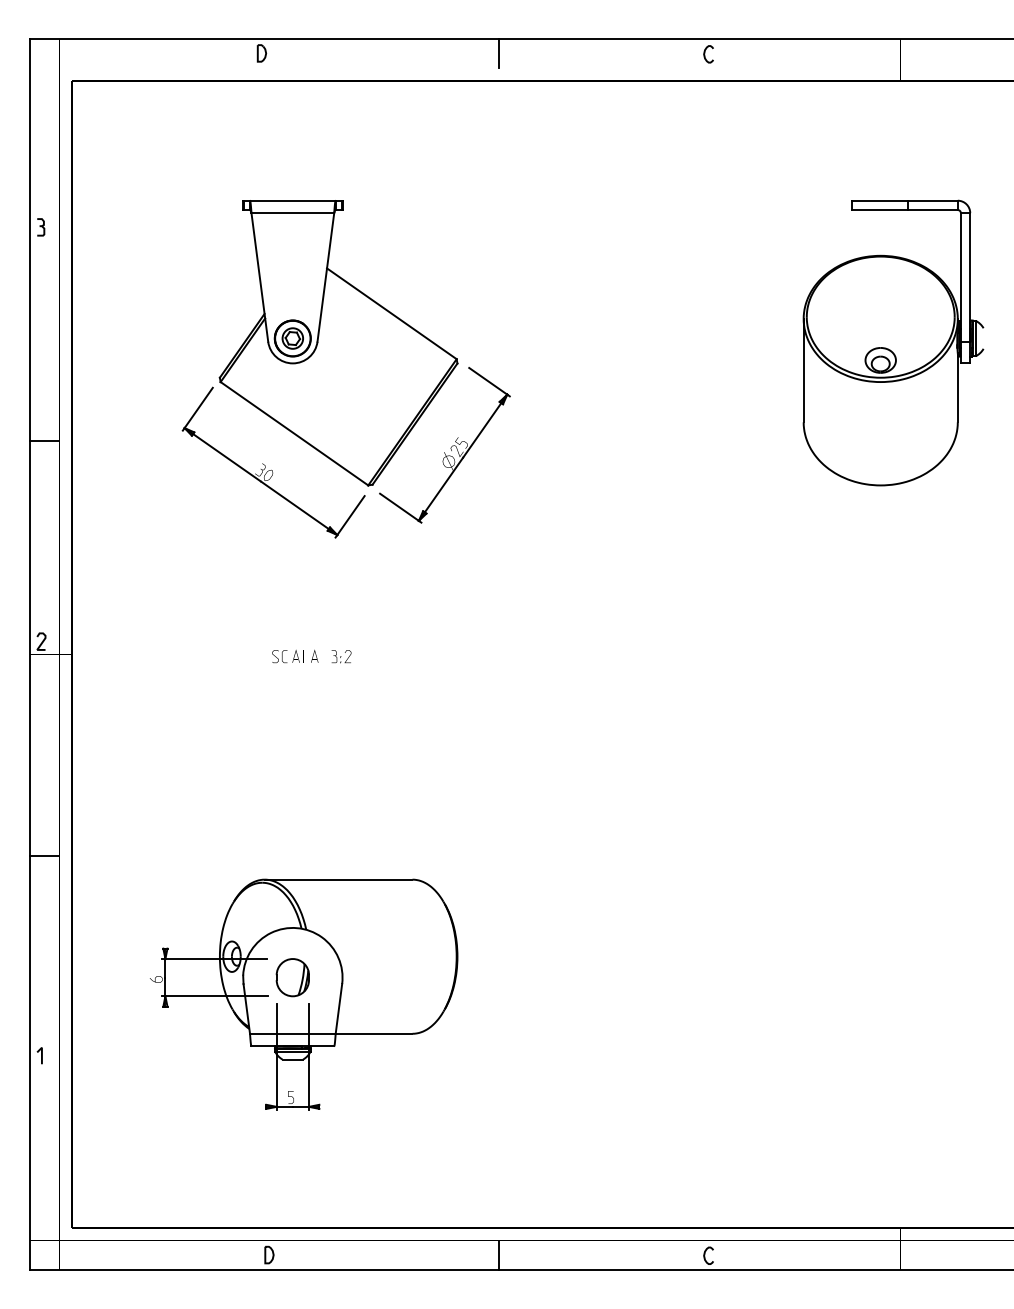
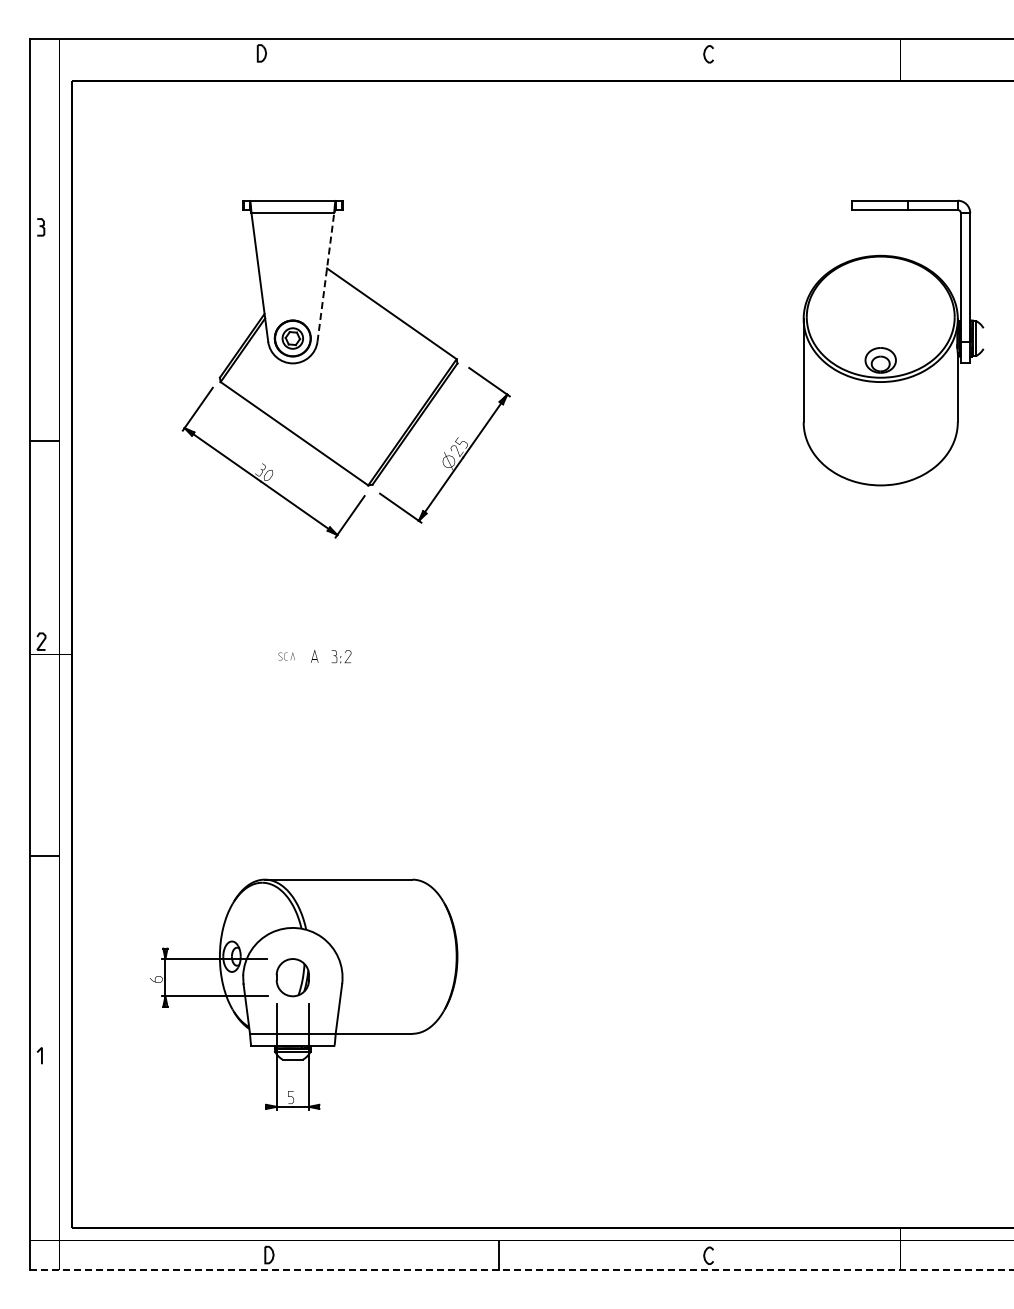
line at (498, 53): present -> none
line at (325, 277): solid -> dashed
part at (287, 656) size: 32x15 px -> 17x9 px
line at (522, 1269): solid -> dashed
